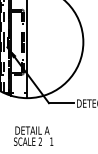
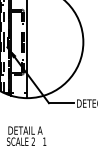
text at (33, 135) position: (33, 135) -> (26, 135)
